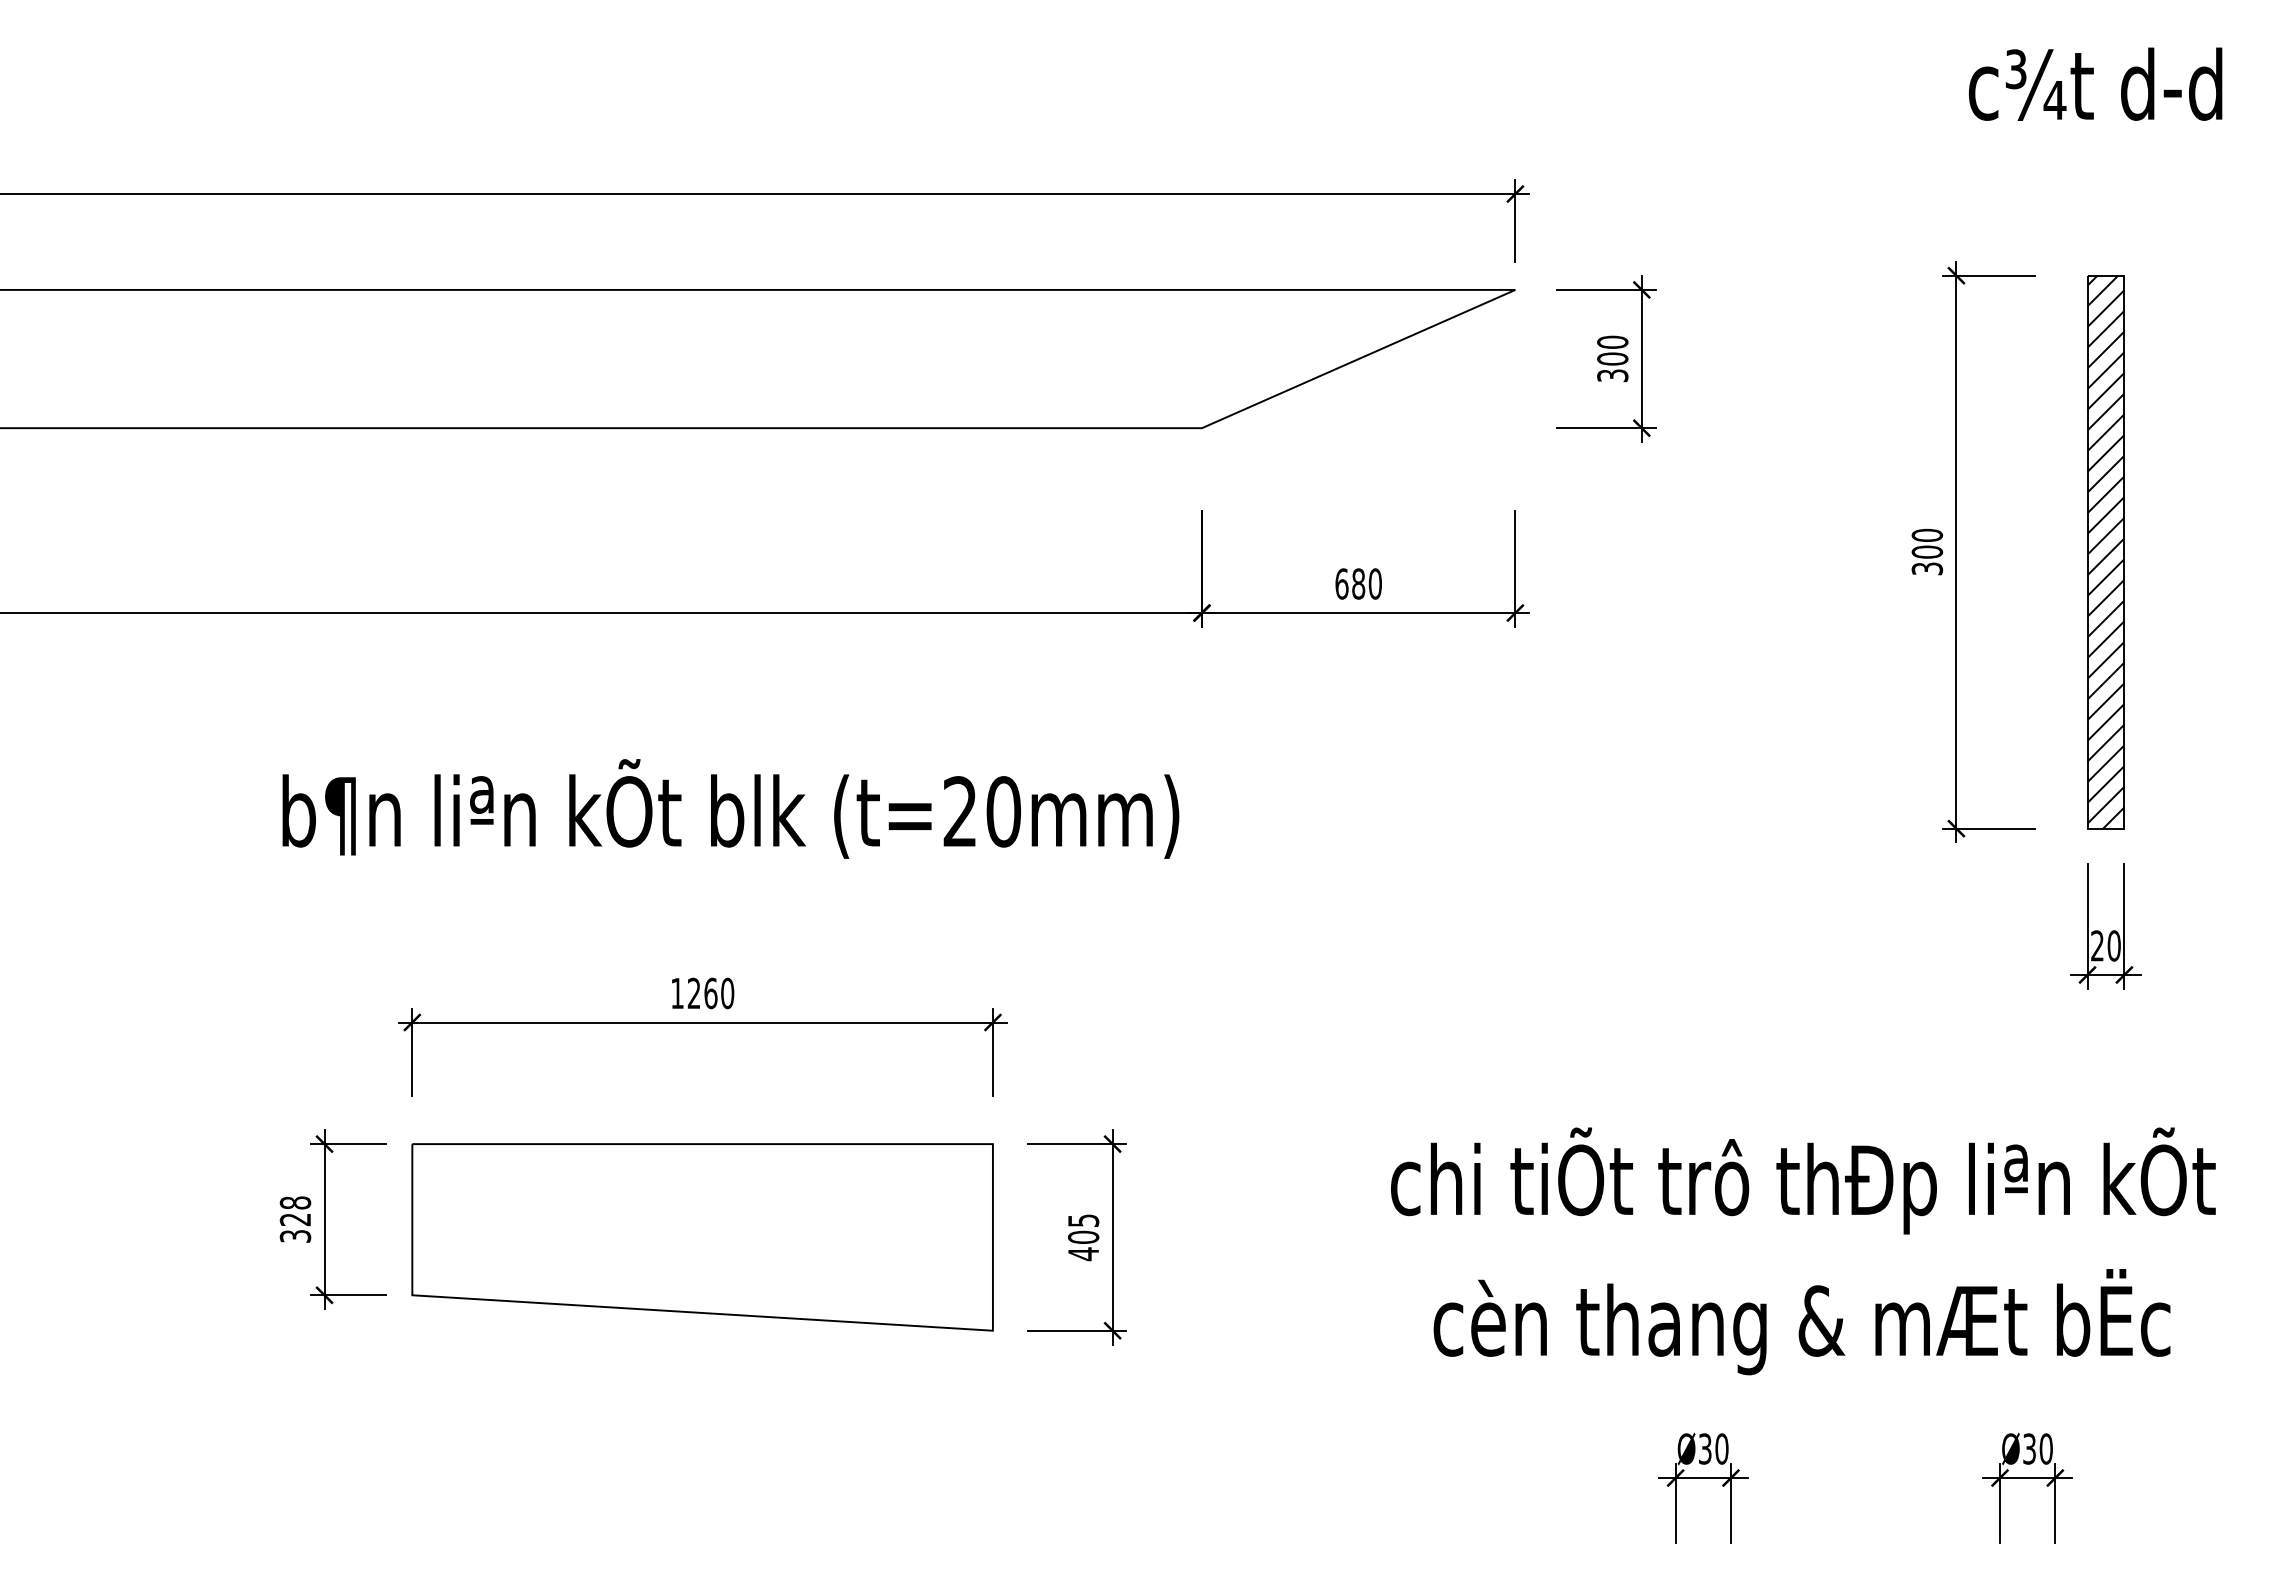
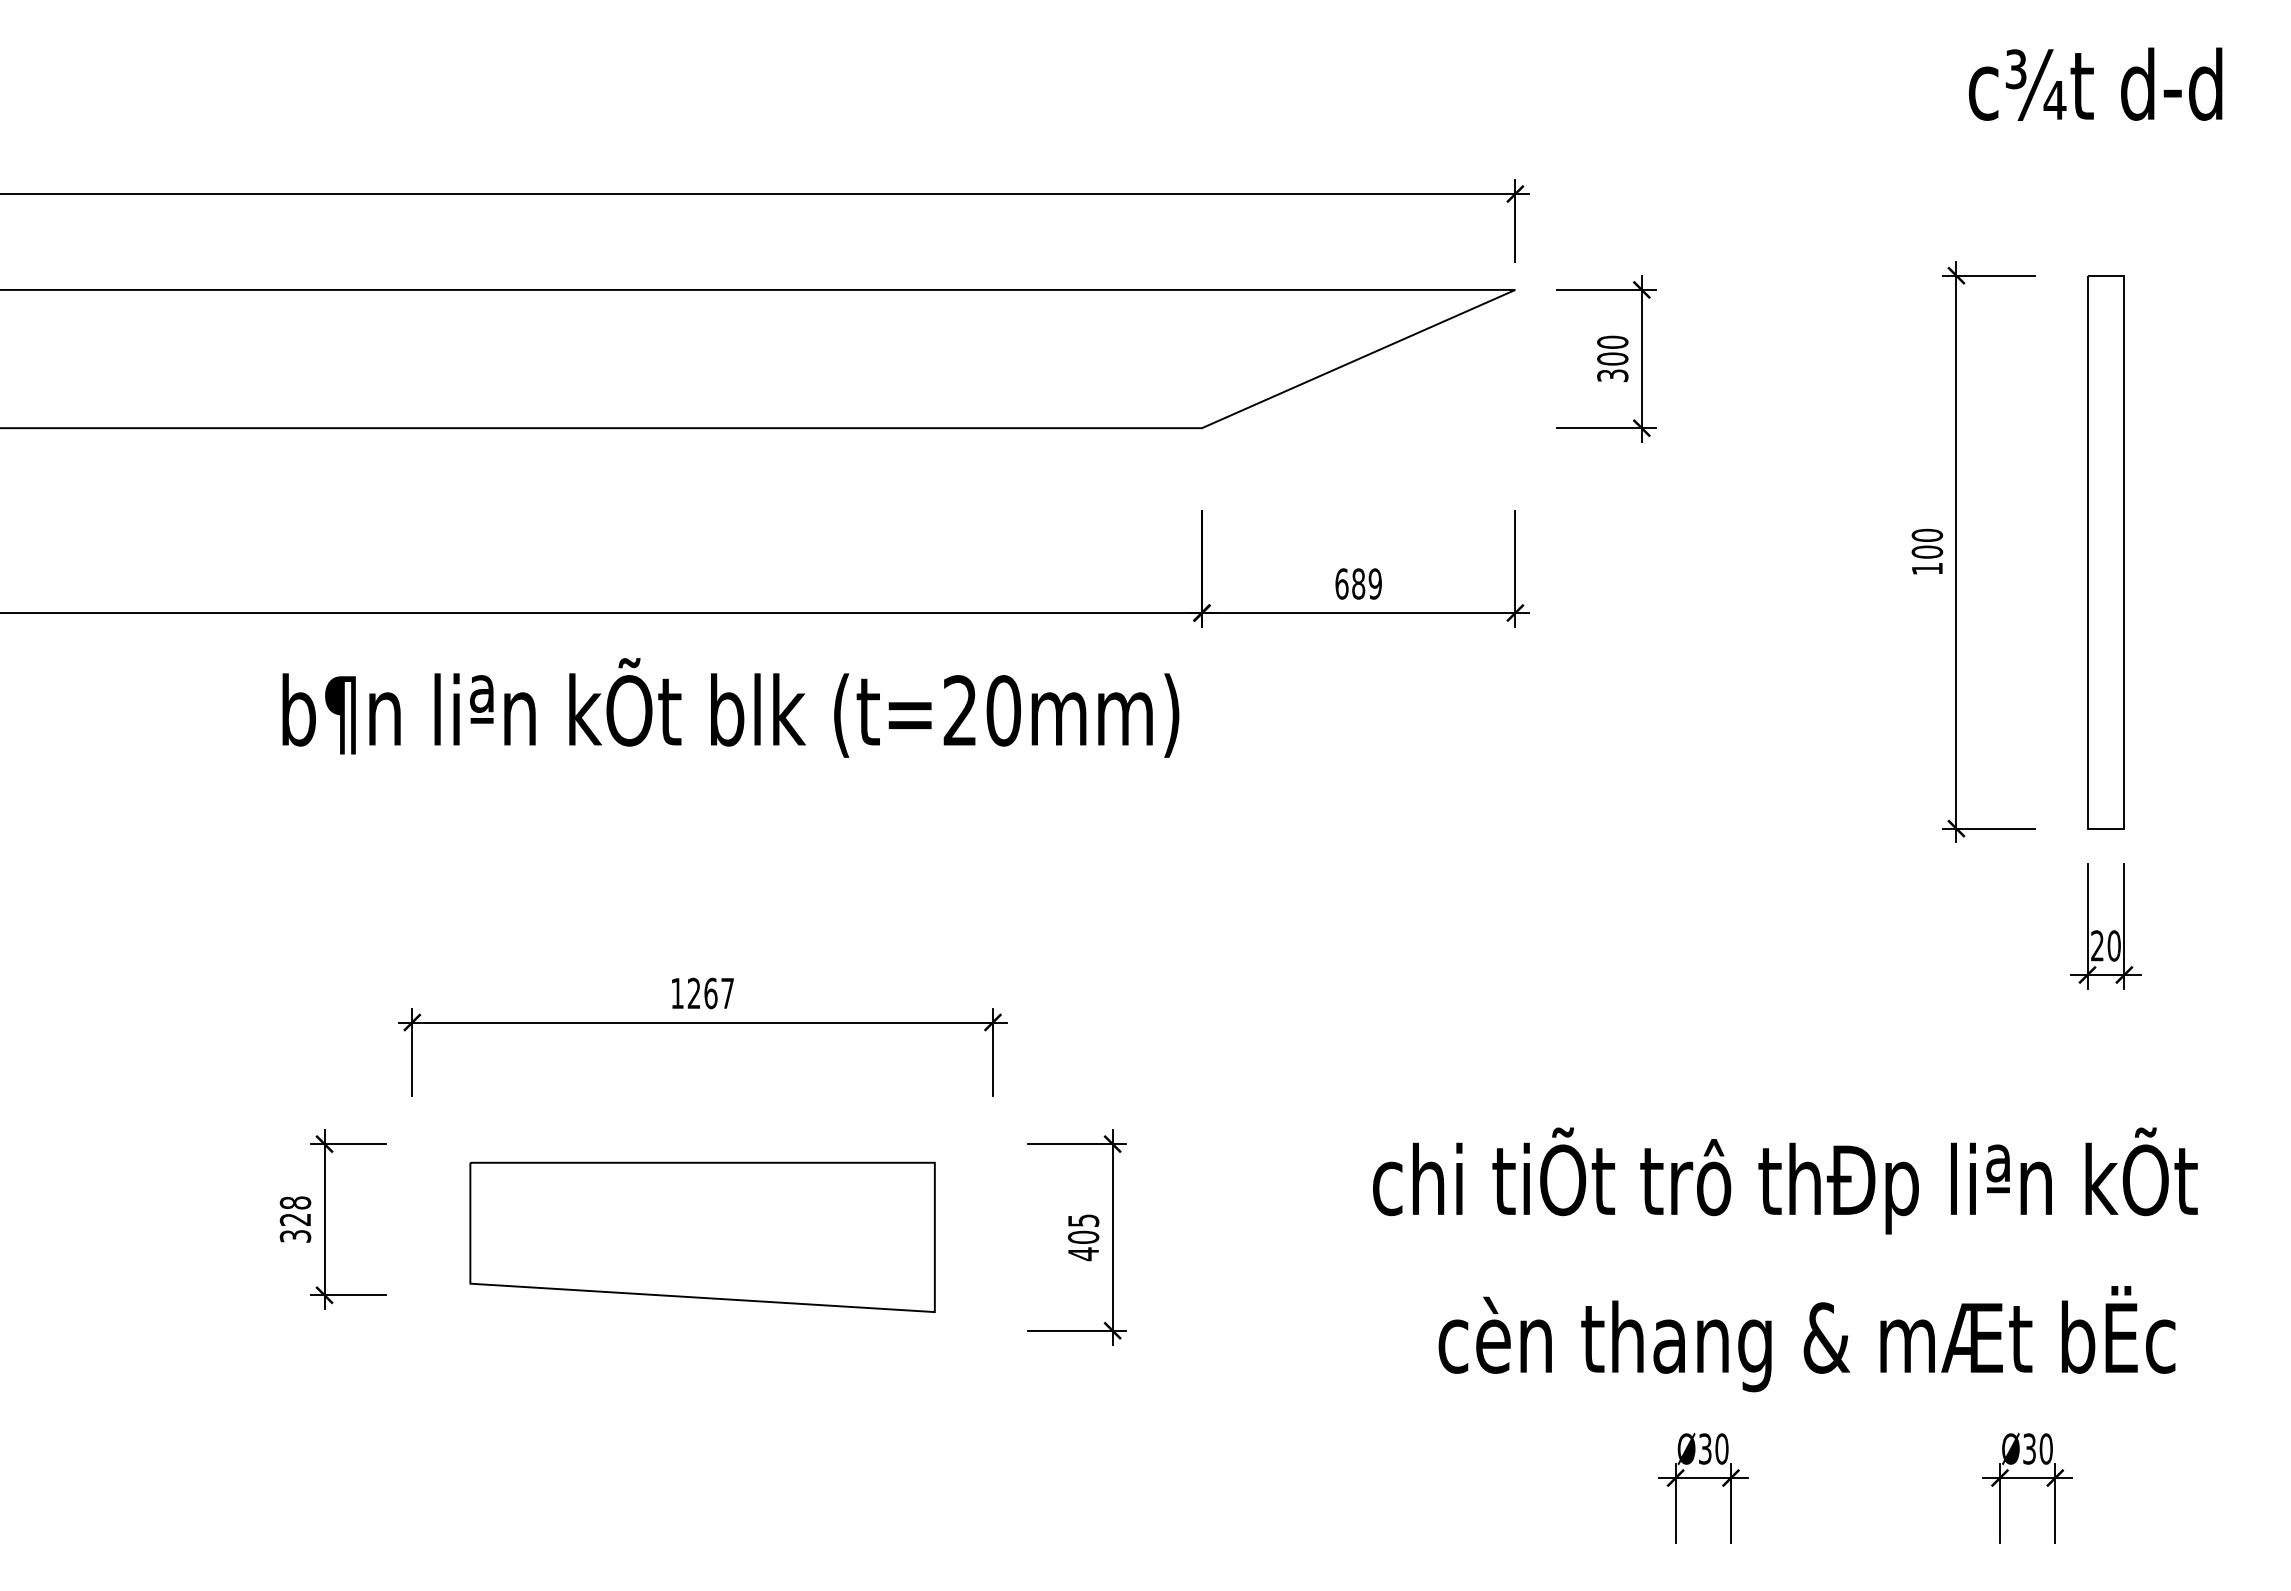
hatch at (2105, 551): present -> none
text at (1927, 568): 300 -> 100
text at (1374, 583): 680 -> 689
text at (730, 808) position: (730, 808) -> (730, 707)
text at (727, 993): 1260 -> 1267
text at (1803, 1180) position: (1803, 1180) -> (1785, 1180)
part at (702, 1237) size: 583x189 px -> 467x152 px
text at (1801, 1322) position: (1801, 1322) -> (1806, 1339)
